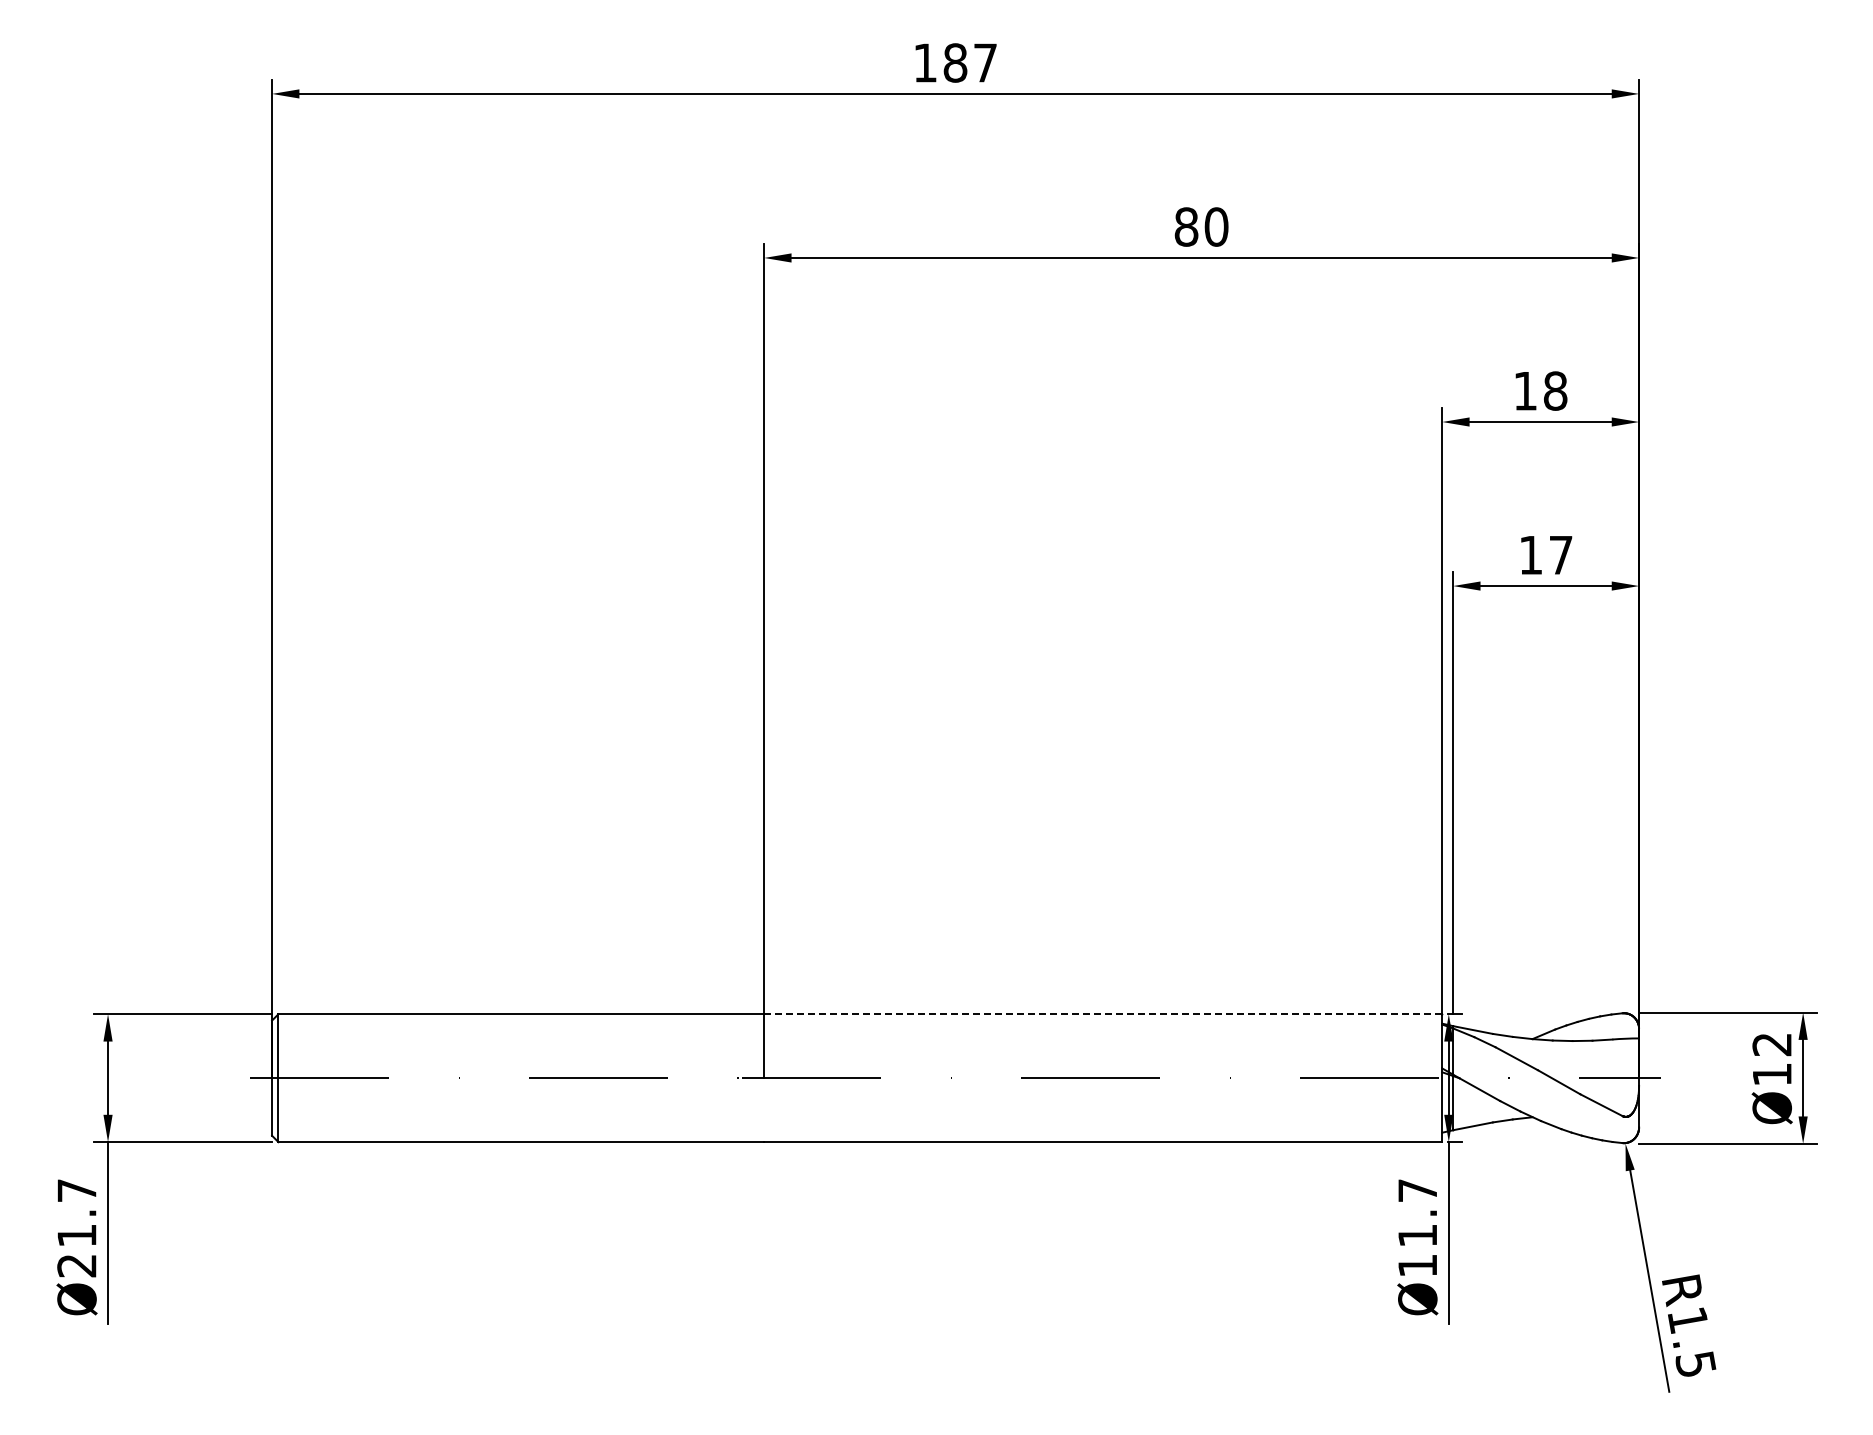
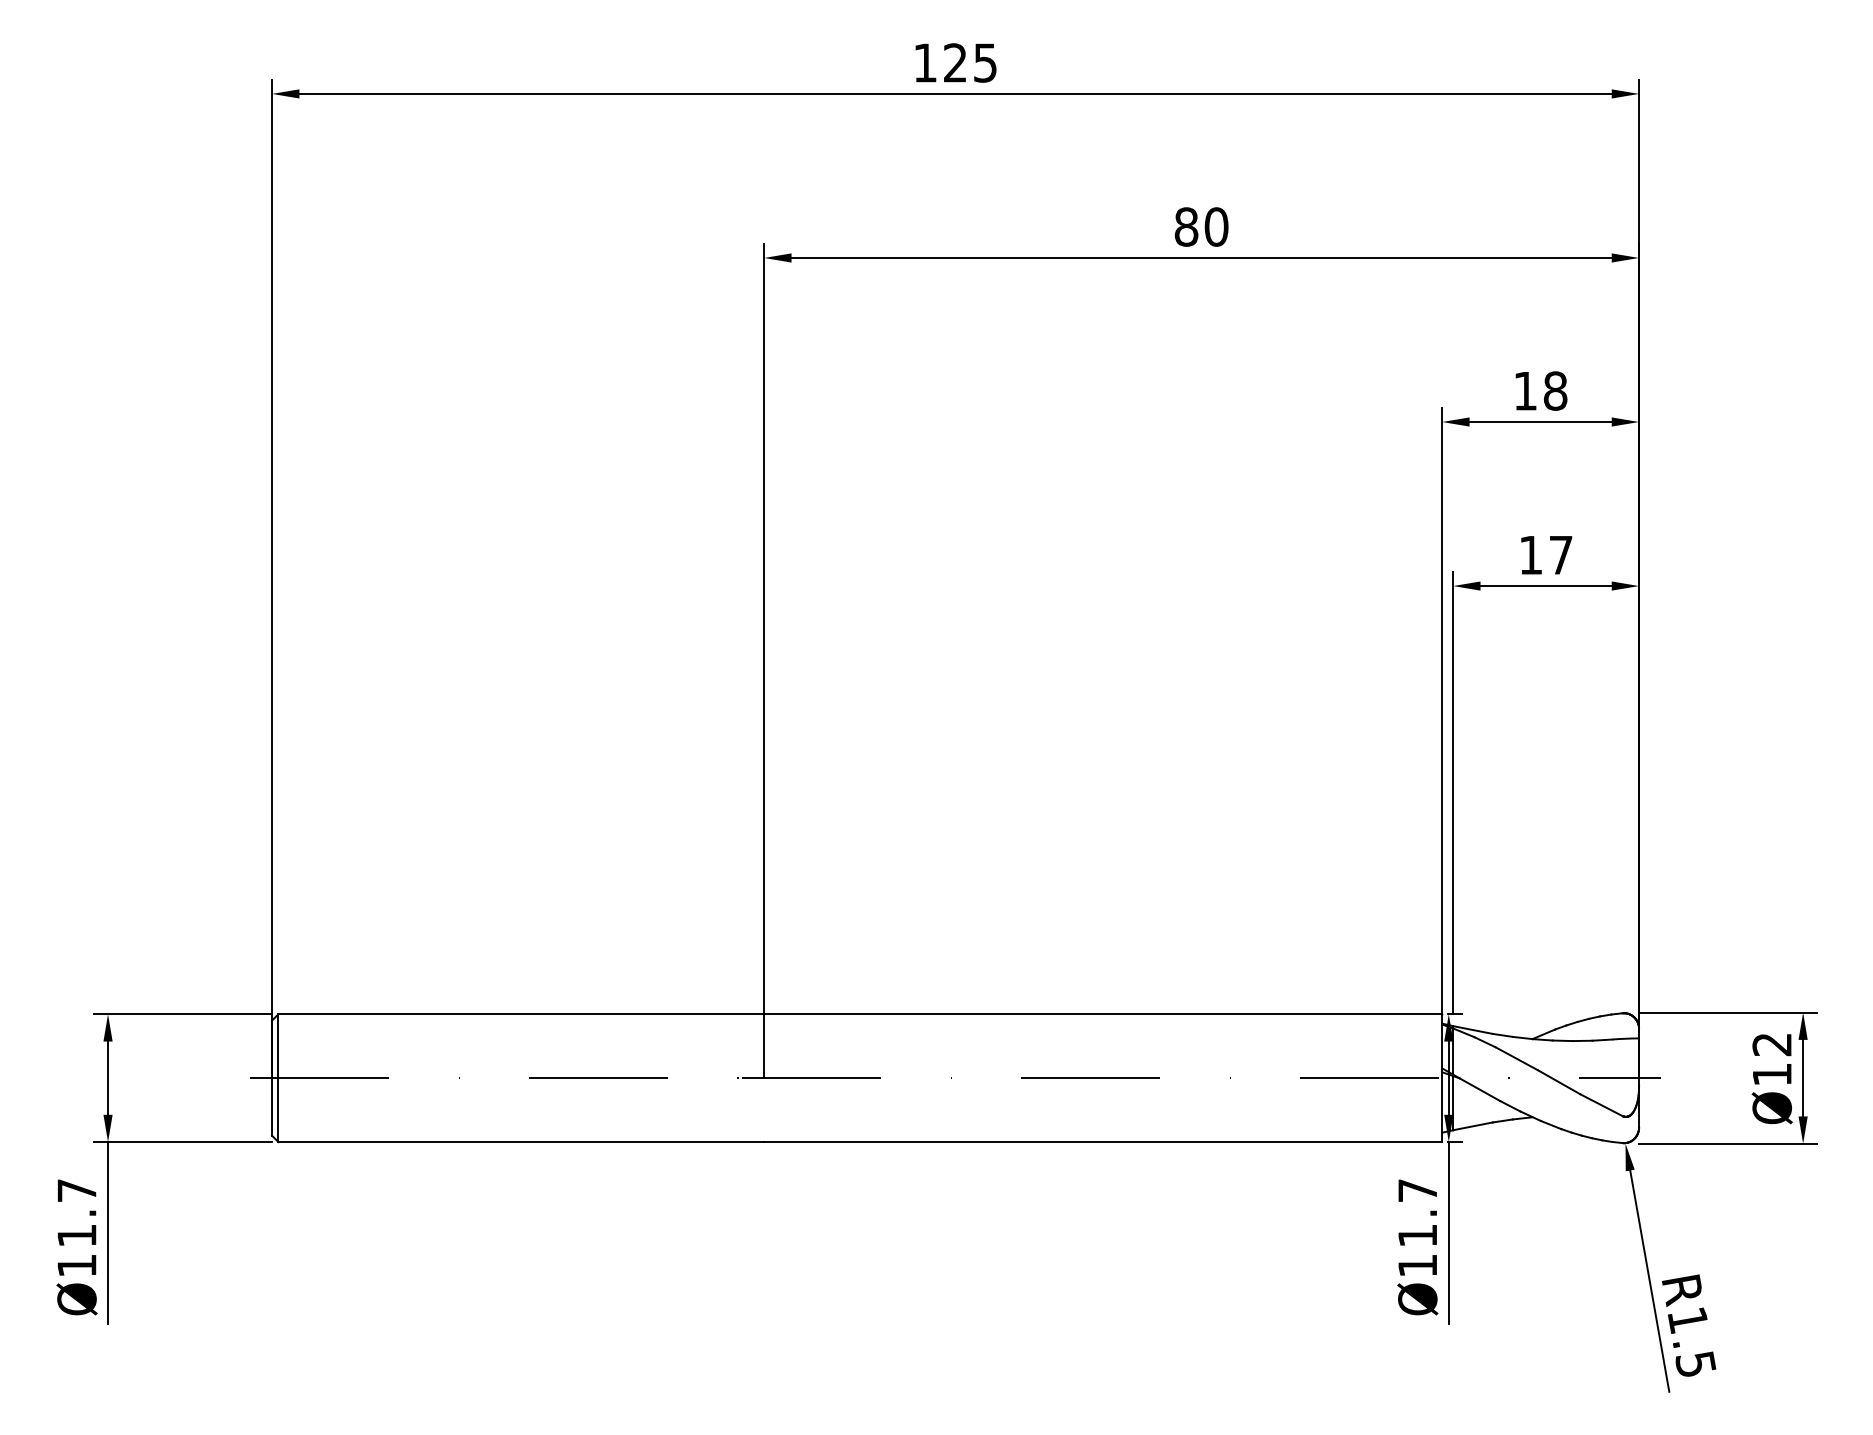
text at (969, 62): 187 -> 125
line at (1103, 1014): dashed -> solid
text at (76, 1266): Ø21.7 -> Ø11.7
